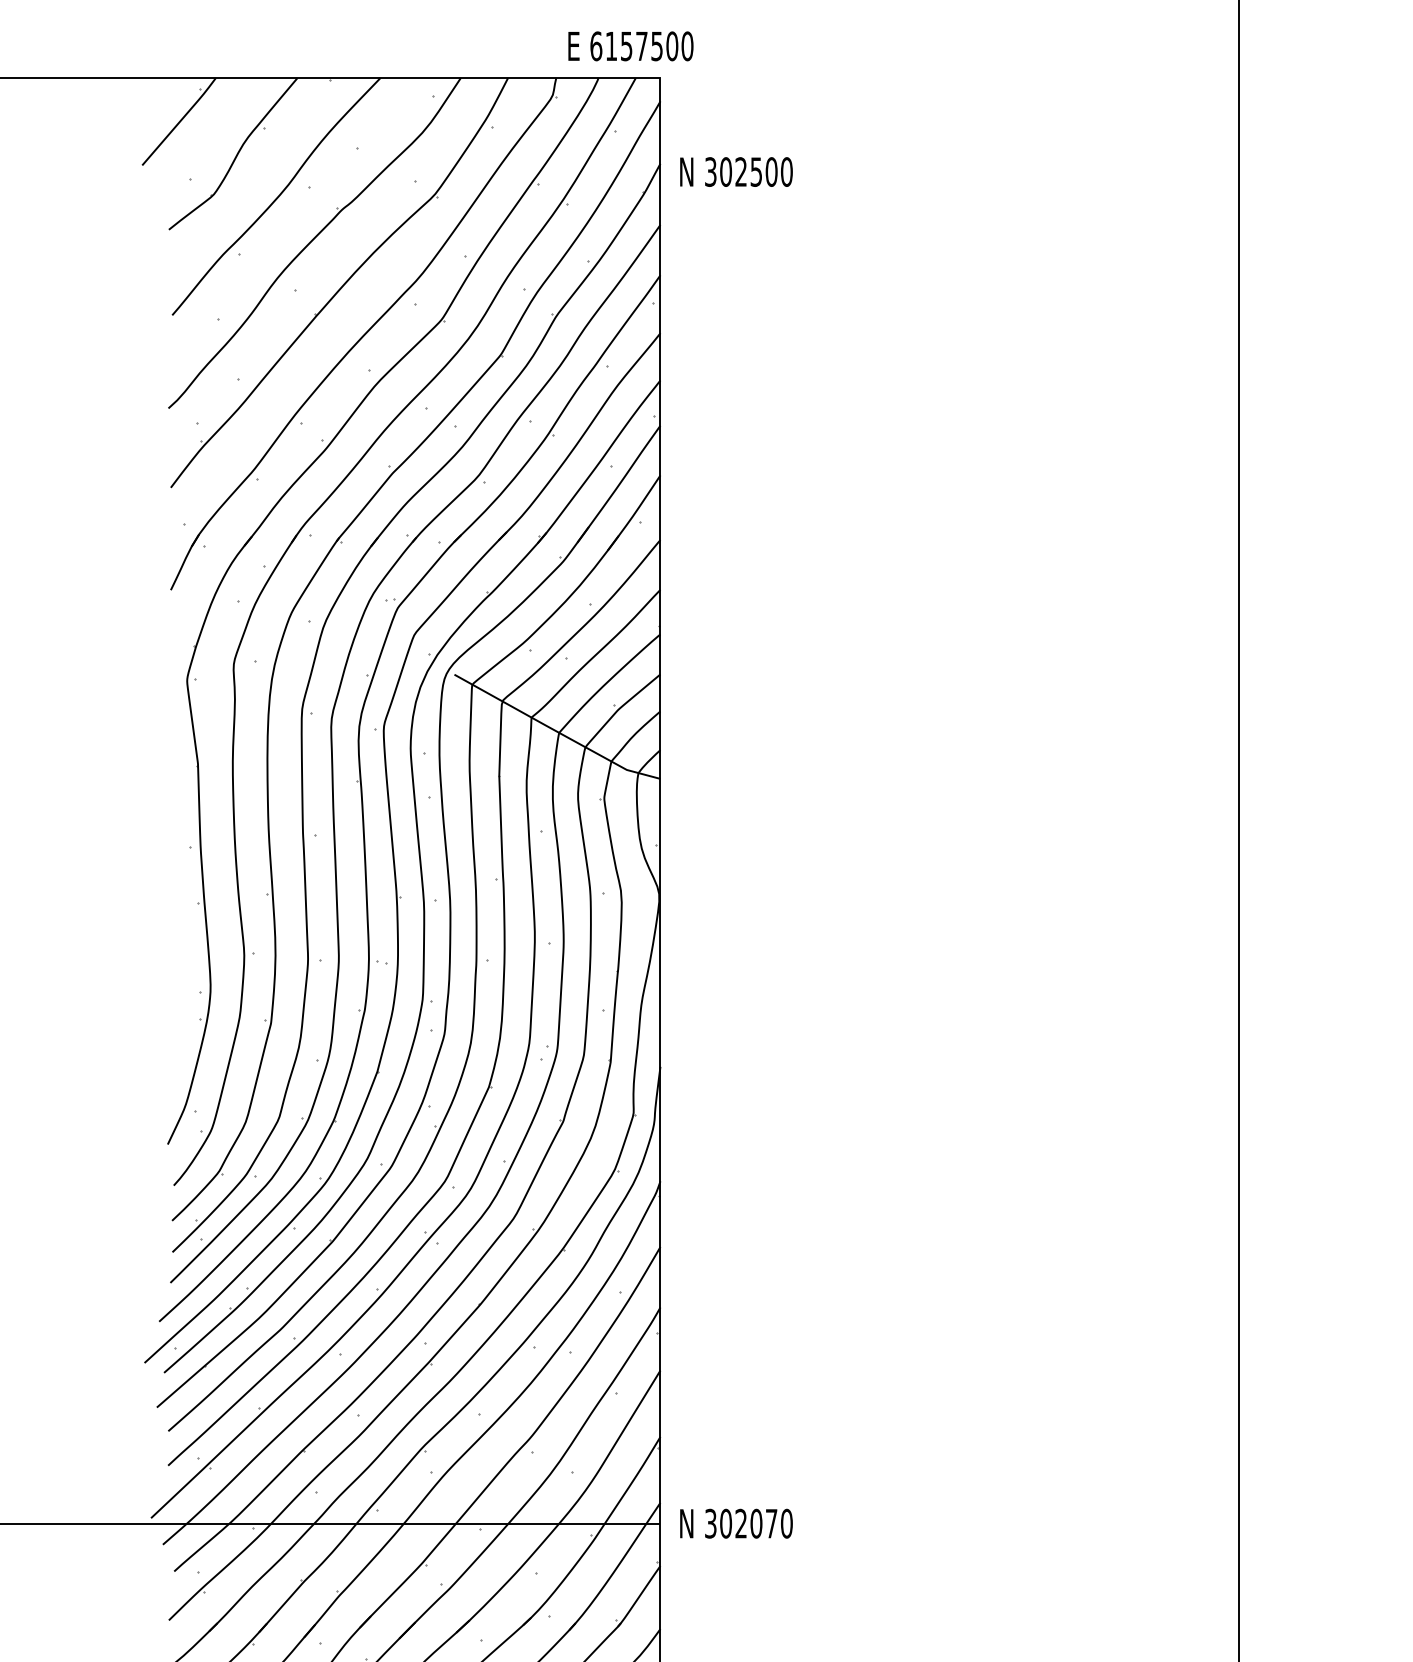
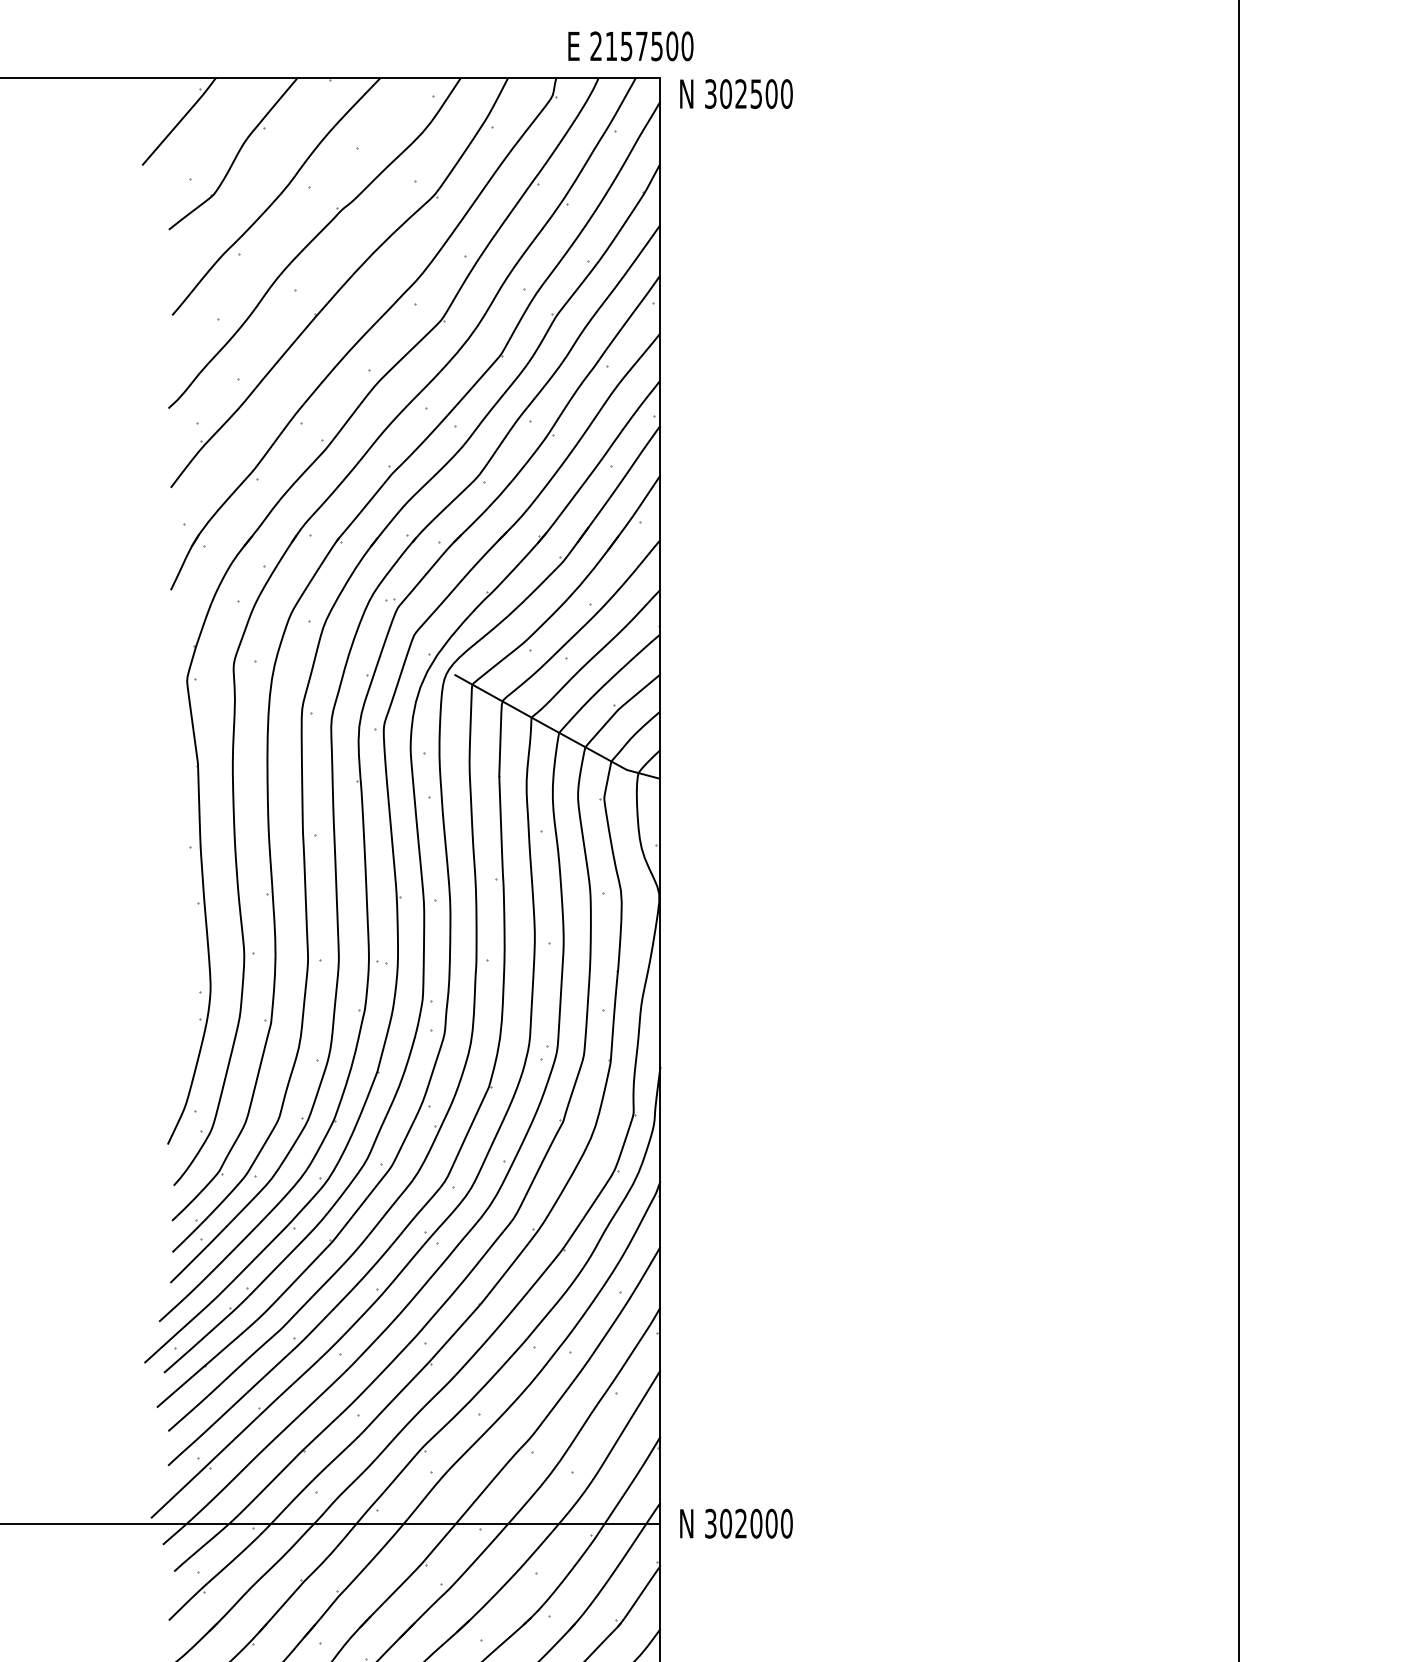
text at (596, 46): 6157500 -> 2157500
text at (736, 171) position: (736, 171) -> (736, 93)
text at (771, 1523): 302070 -> 302000
